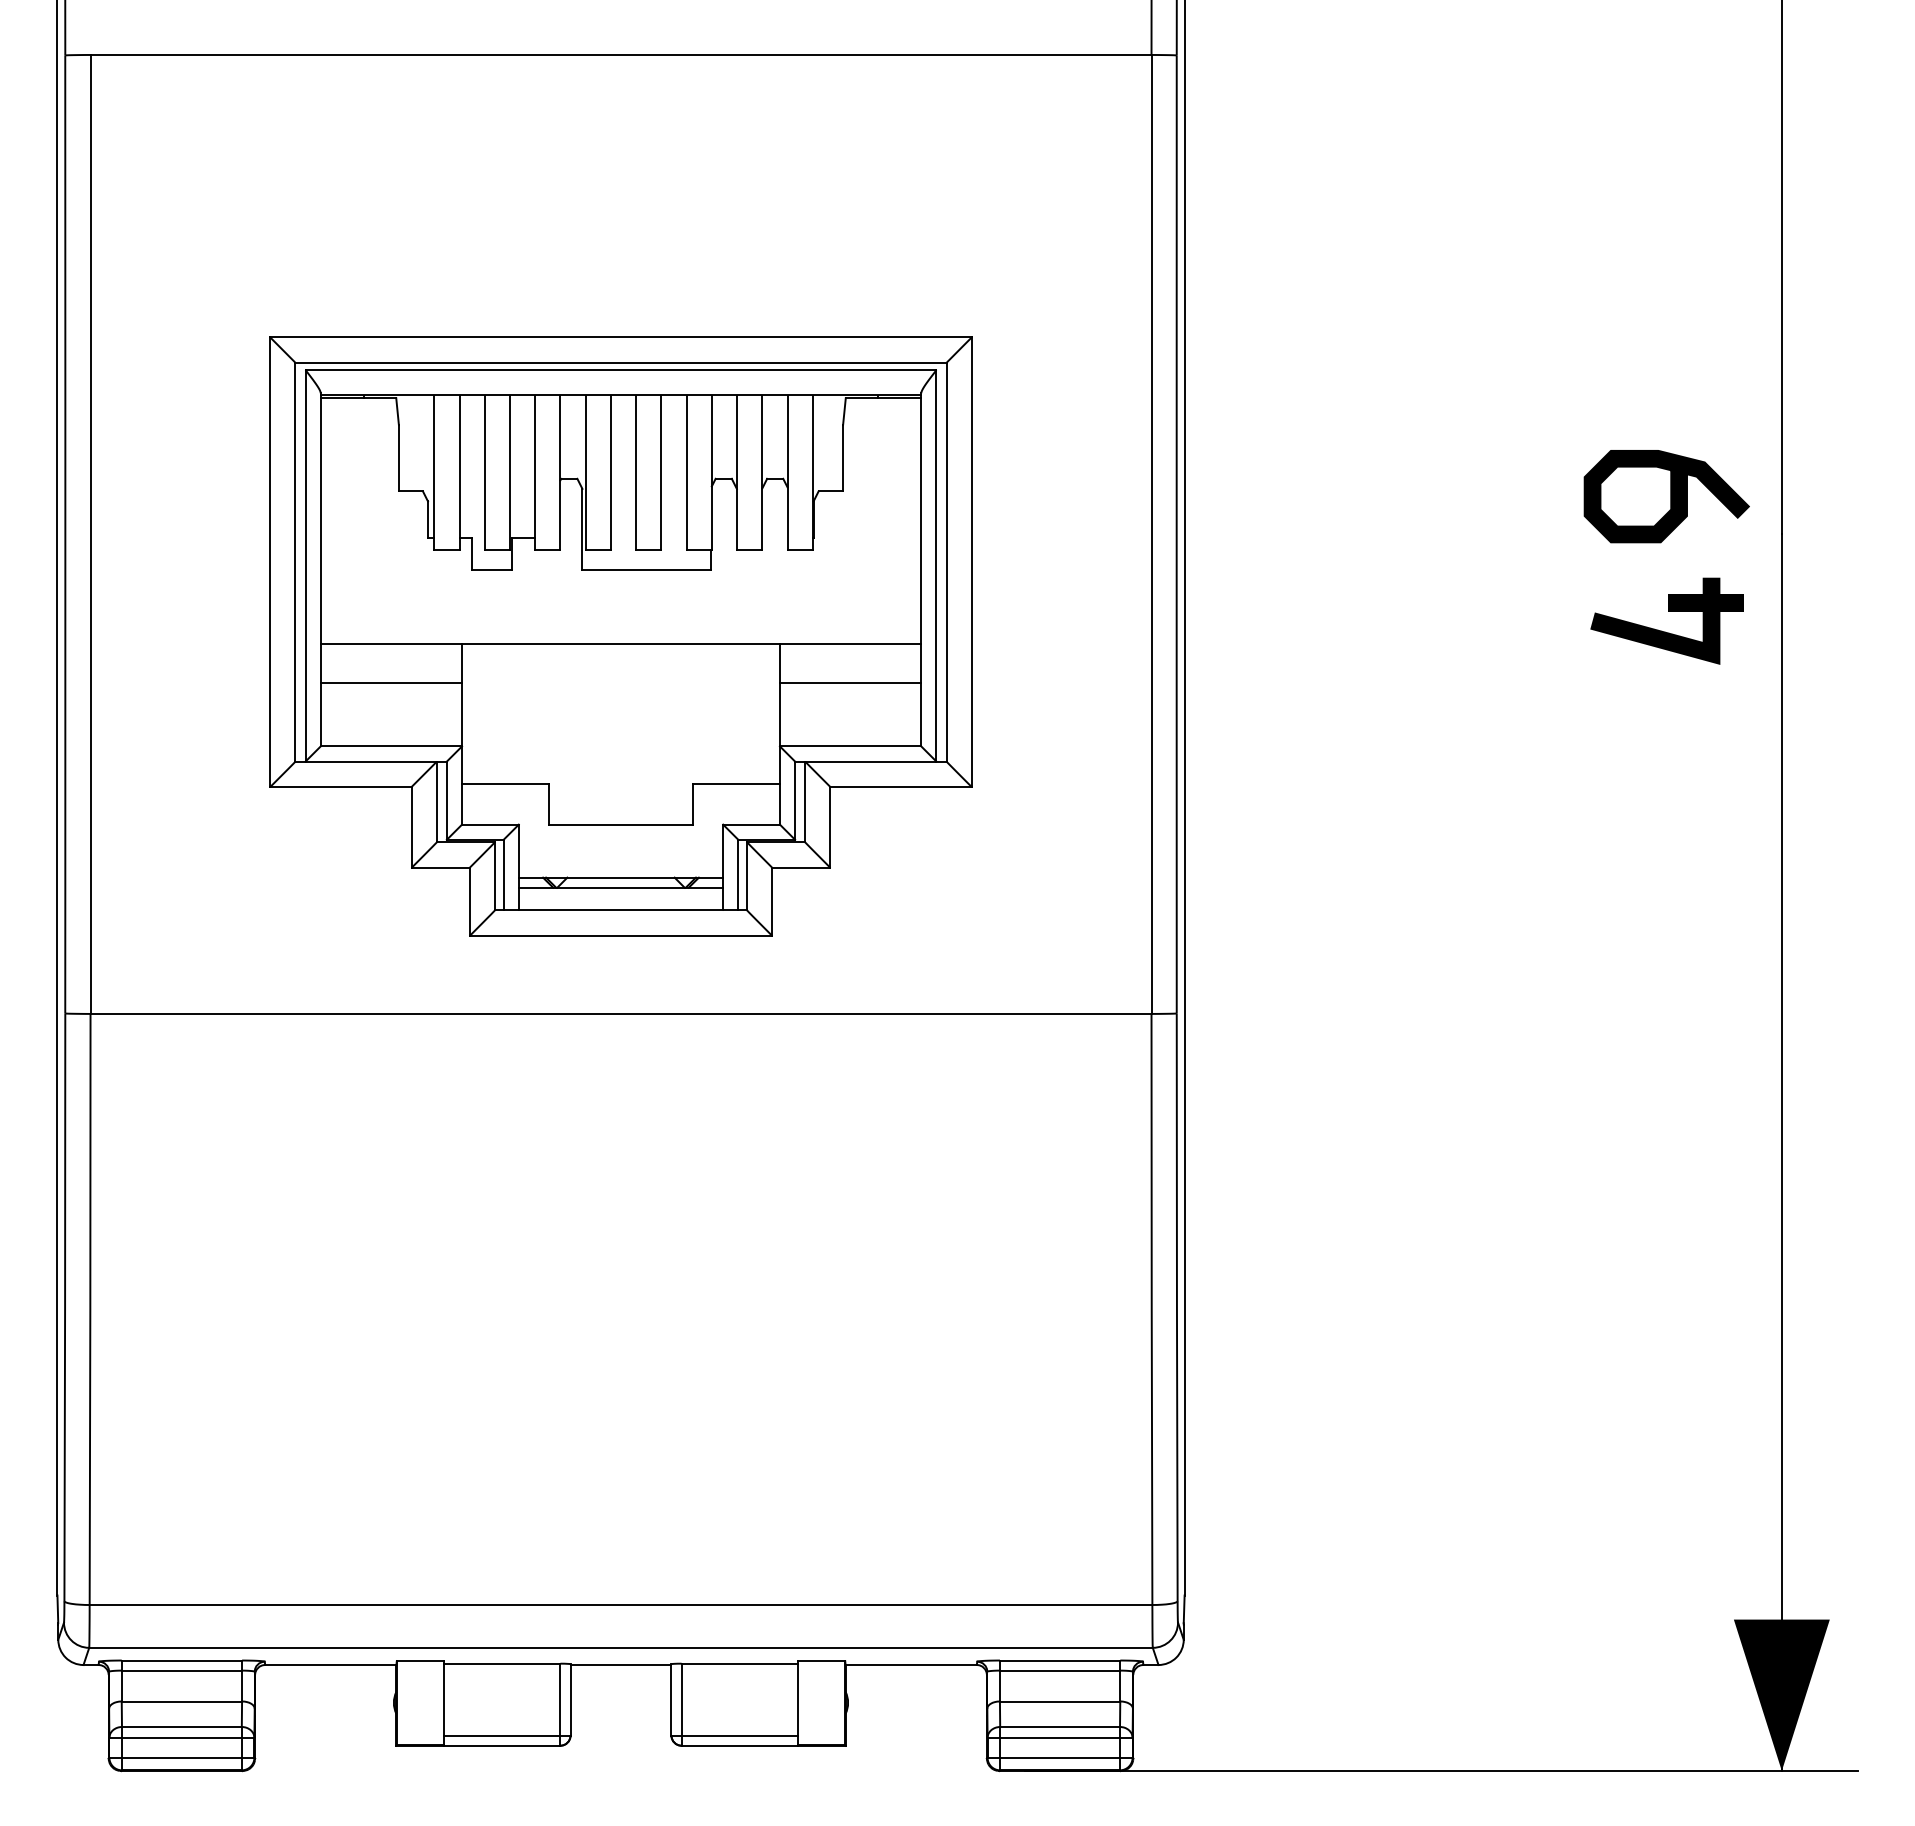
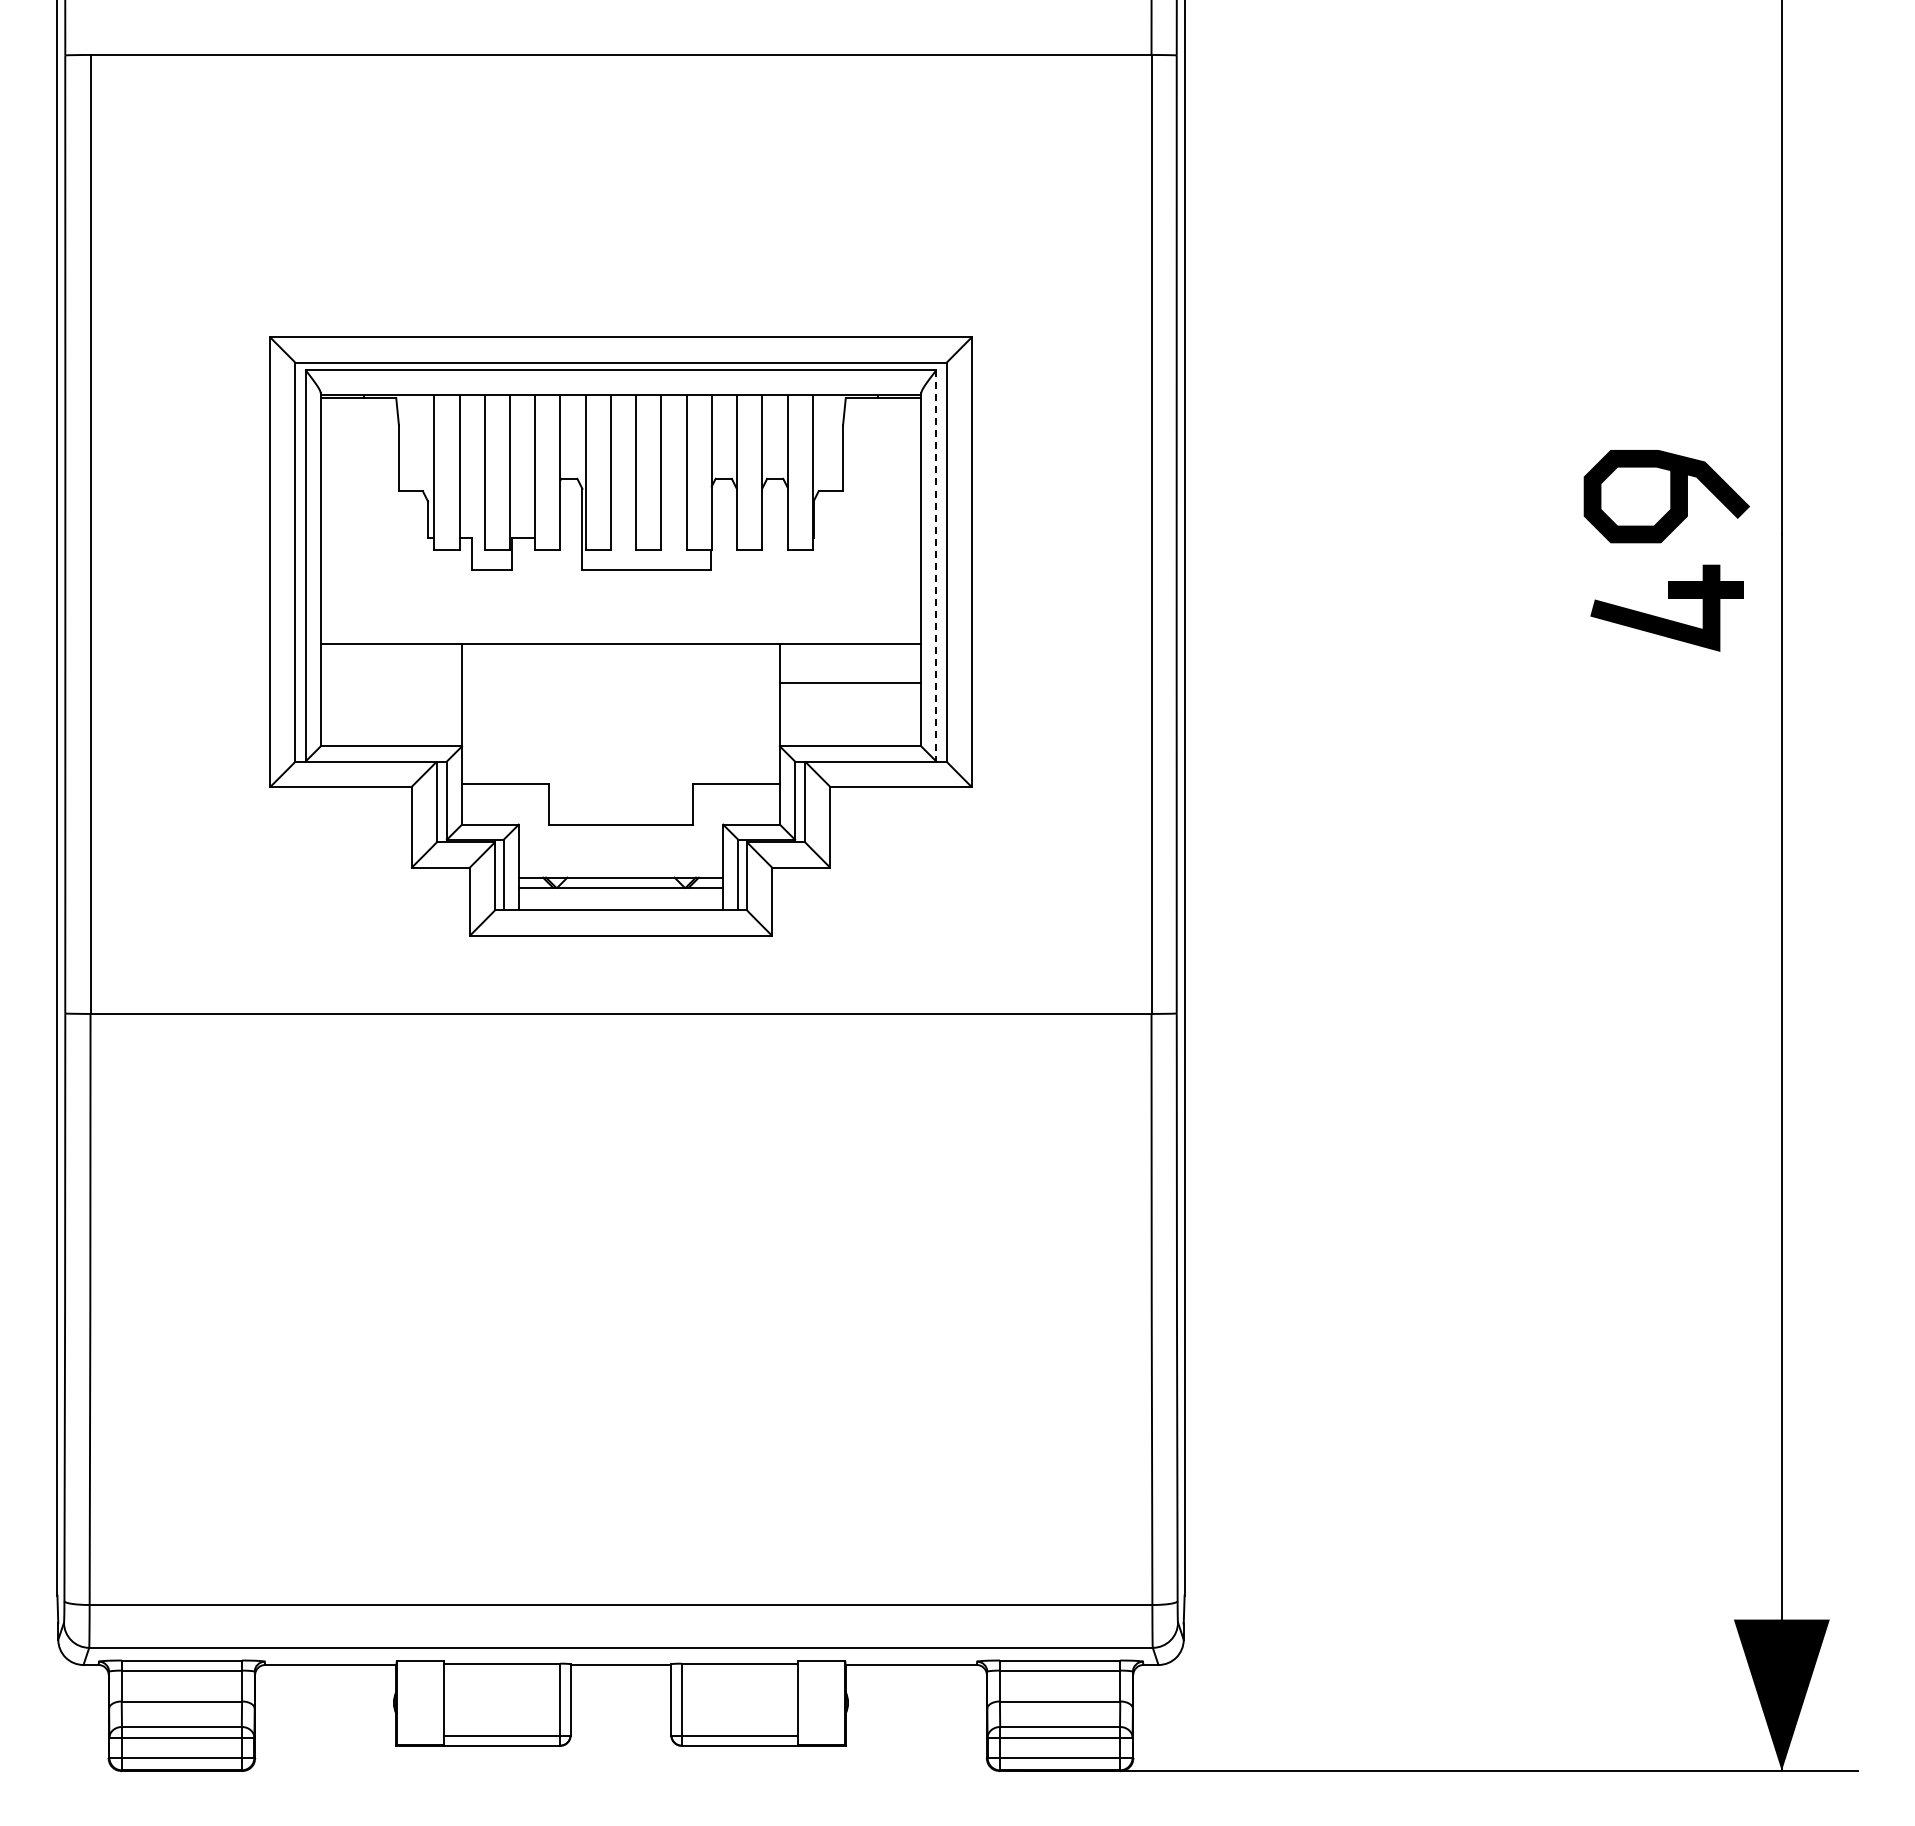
line at (936, 565): solid -> dashed
part at (1668, 611) position: (1668, 611) -> (1668, 598)
line at (391, 683): present -> none
